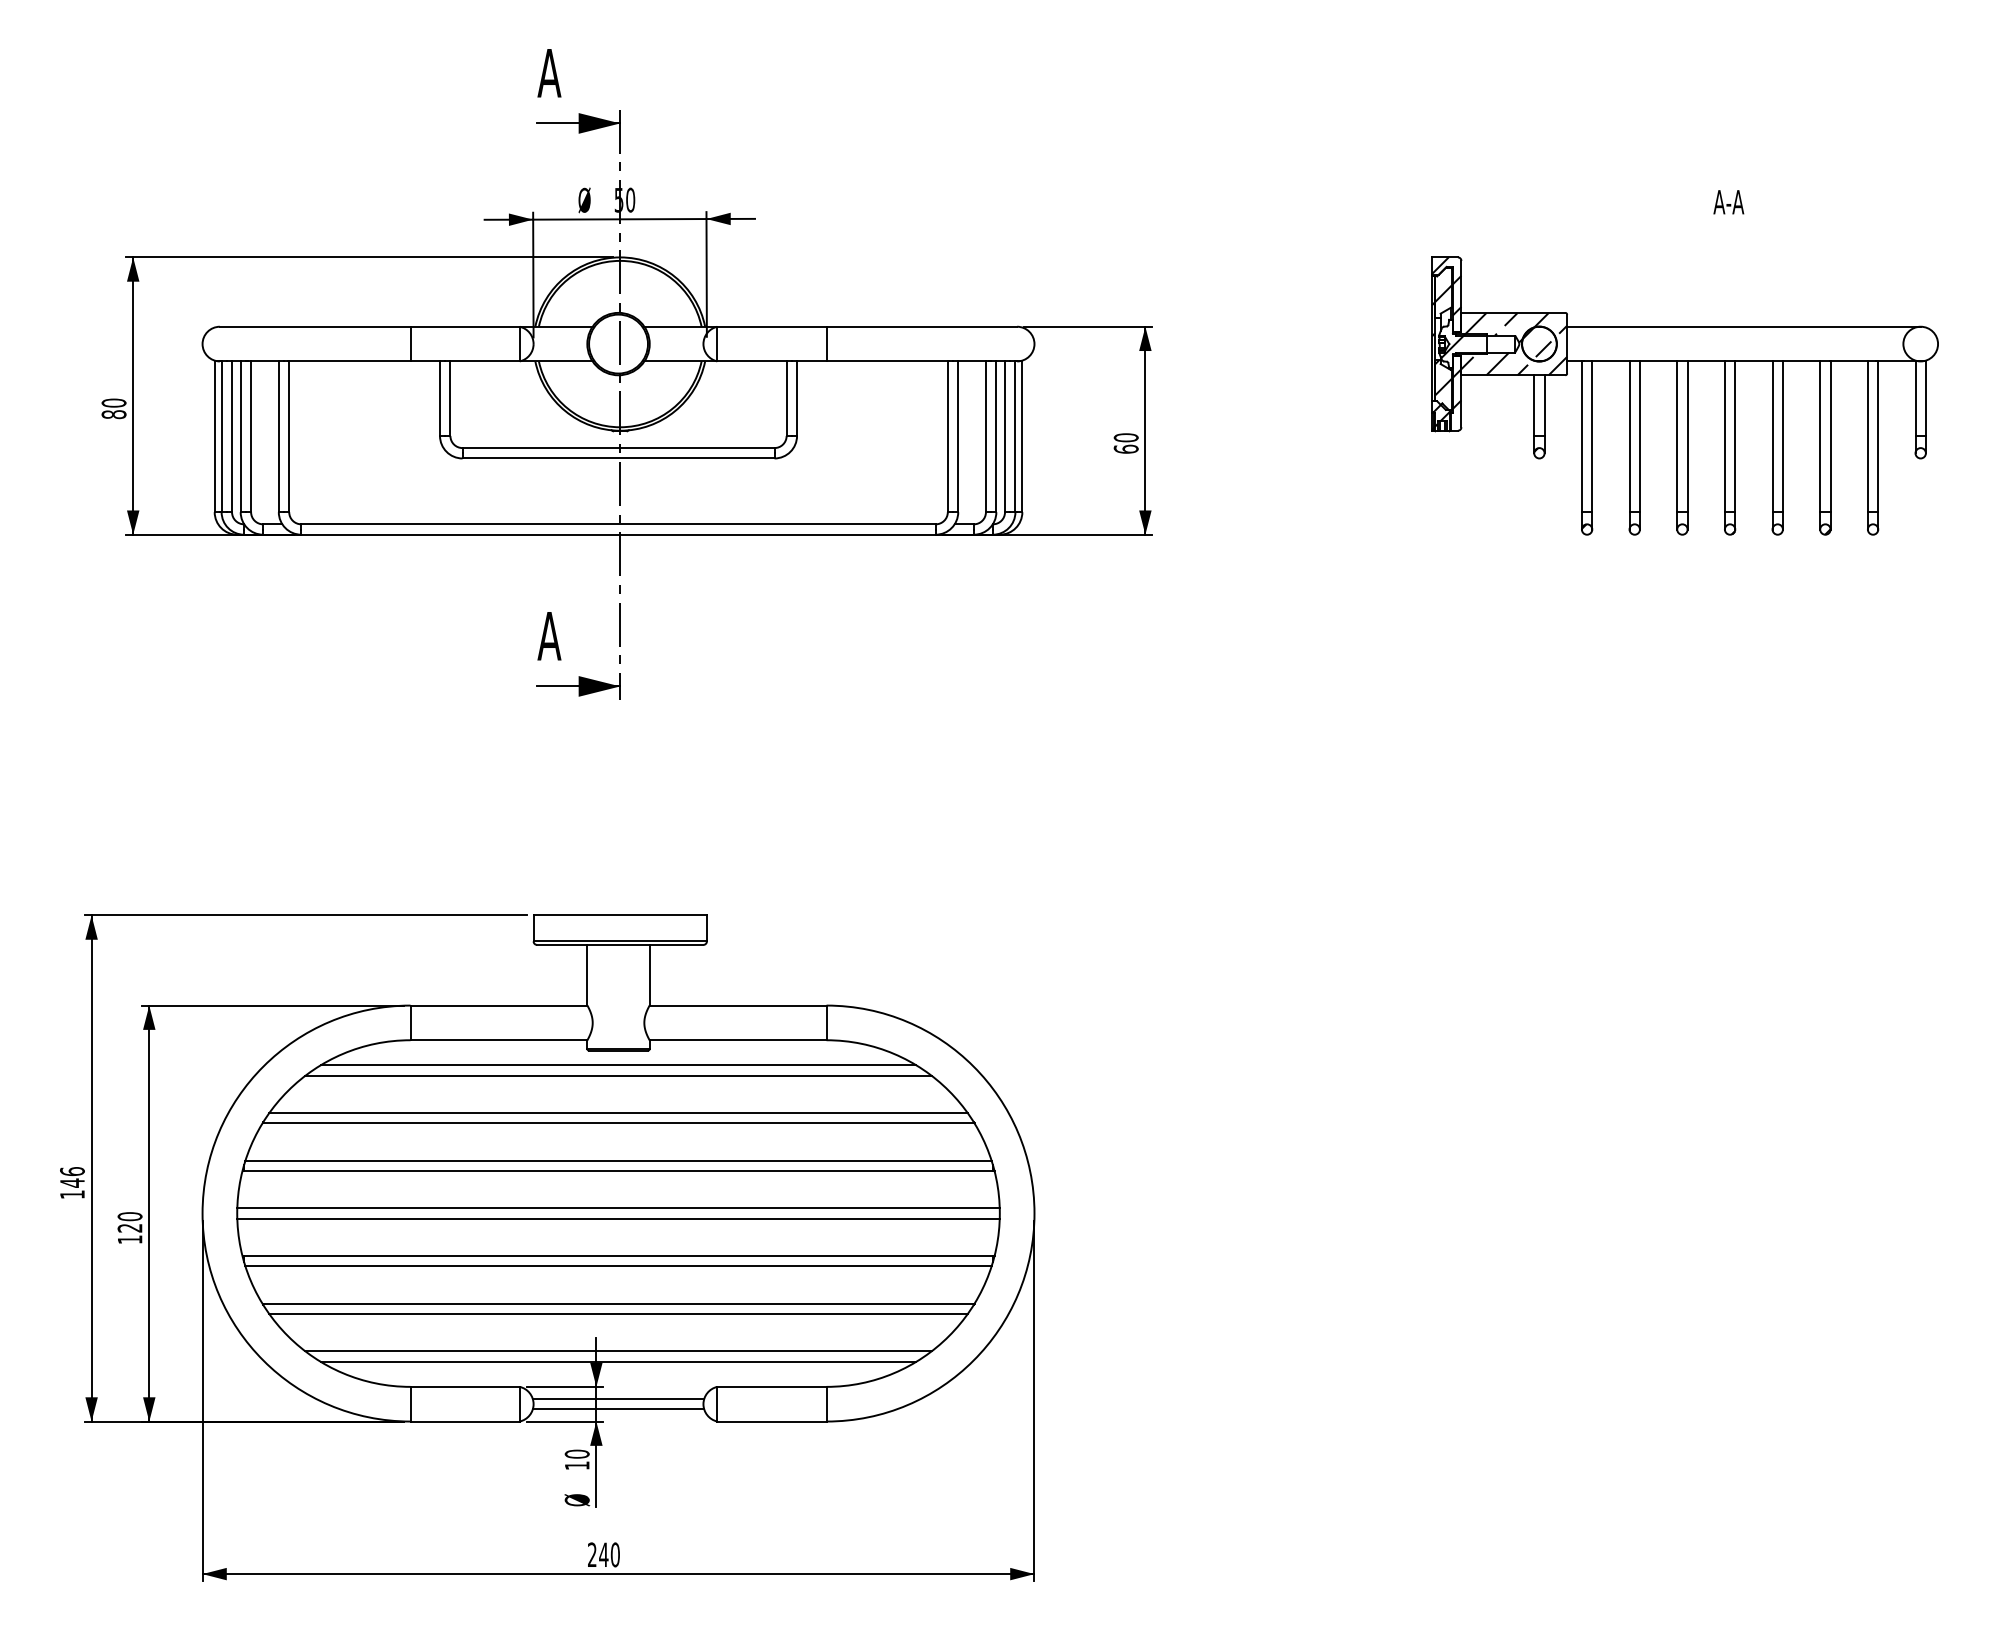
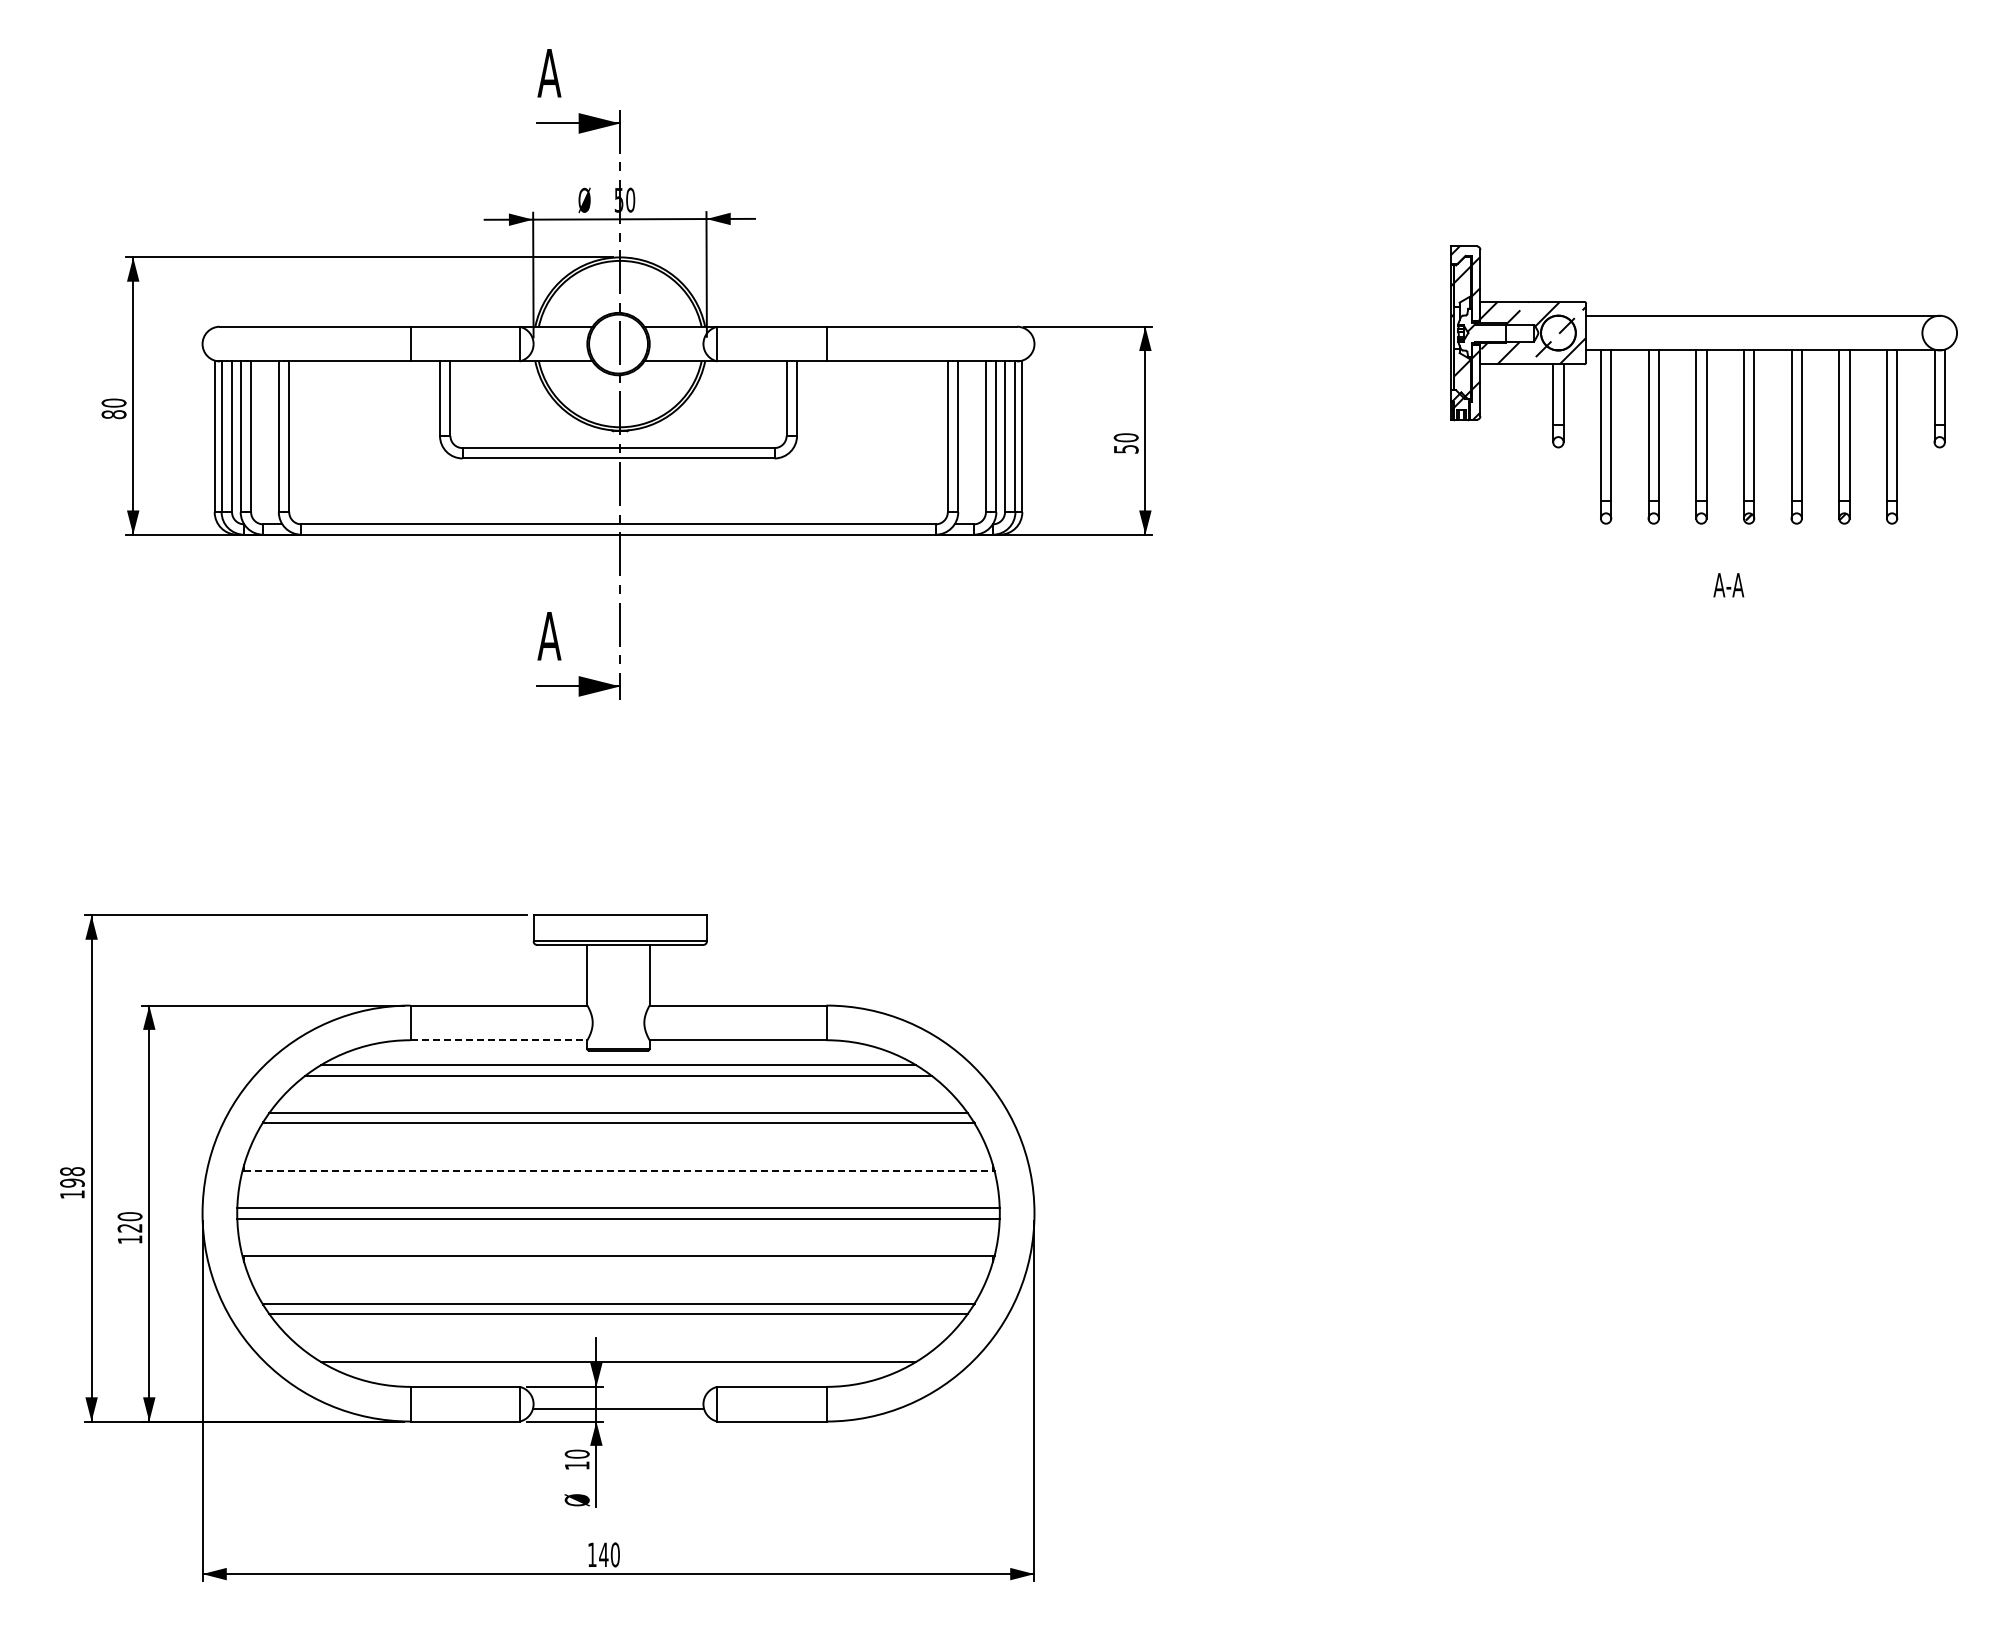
text at (1728, 202) position: (1728, 202) -> (1728, 585)
part at (1684, 395) position: (1684, 395) -> (1703, 384)
text at (1125, 448): 60 -> 50
line at (499, 1040): solid -> dashed
line at (618, 1160): present -> none
line at (619, 1171): solid -> dashed
text at (72, 1177): 146 -> 198
line at (618, 1266): present -> none
line at (618, 1351): present -> none
line at (618, 1399): present -> none
text at (592, 1554): 240 -> 140
